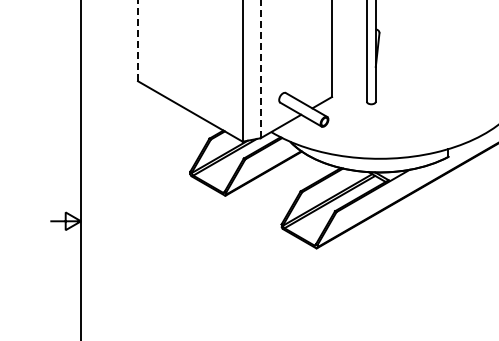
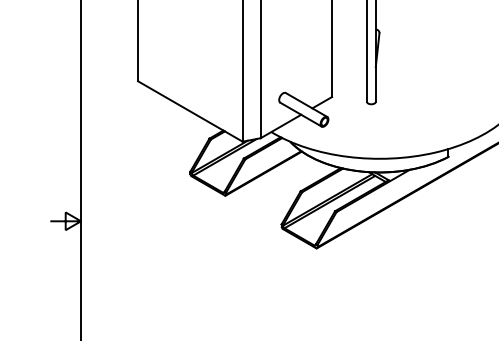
line at (138, 40): dashed -> solid
line at (260, 69): dashed -> solid
